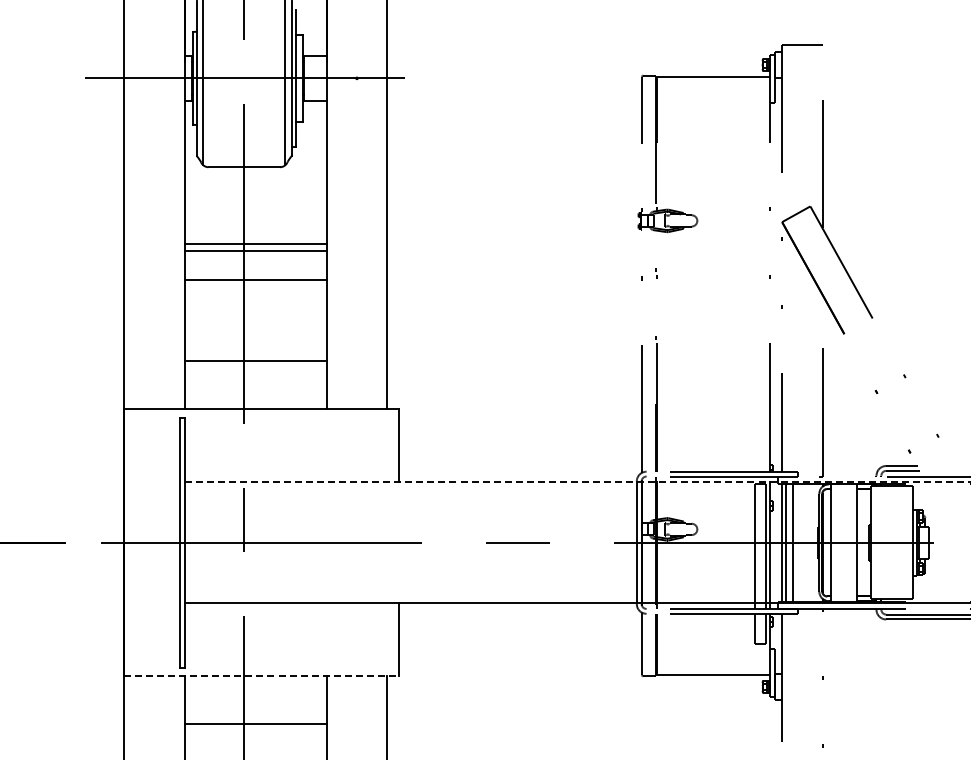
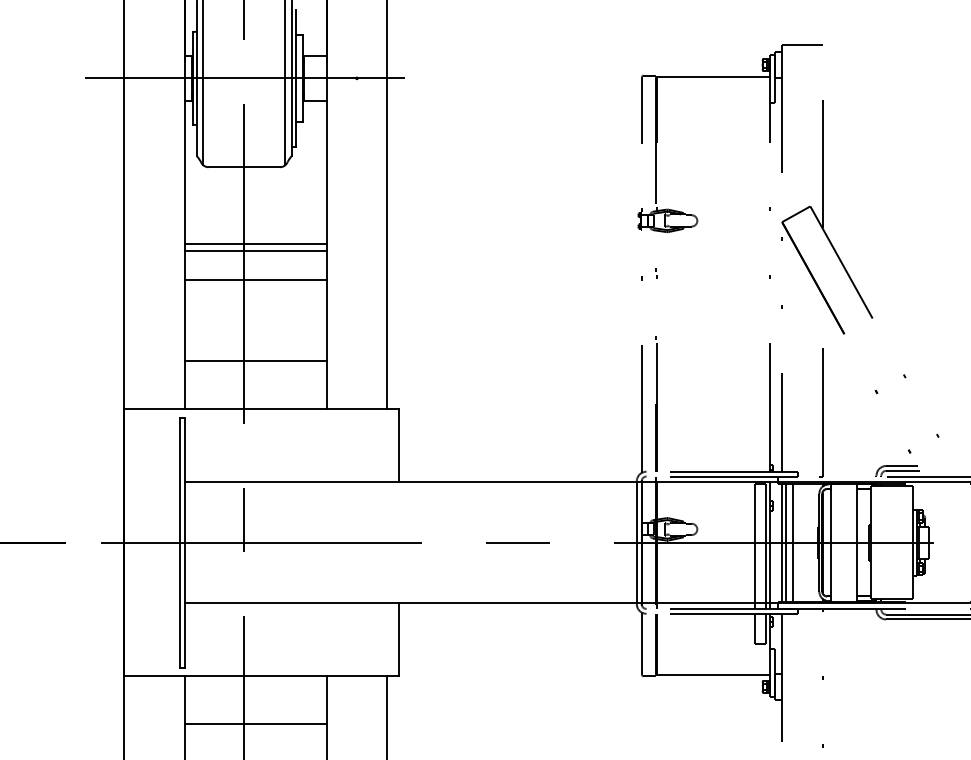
line at (577, 482): dashed -> solid
line at (261, 675): dashed -> solid
